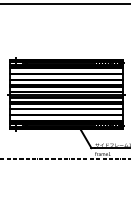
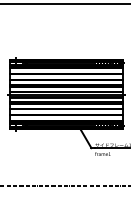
line at (64, 159) position: (64, 159) -> (64, 186)
